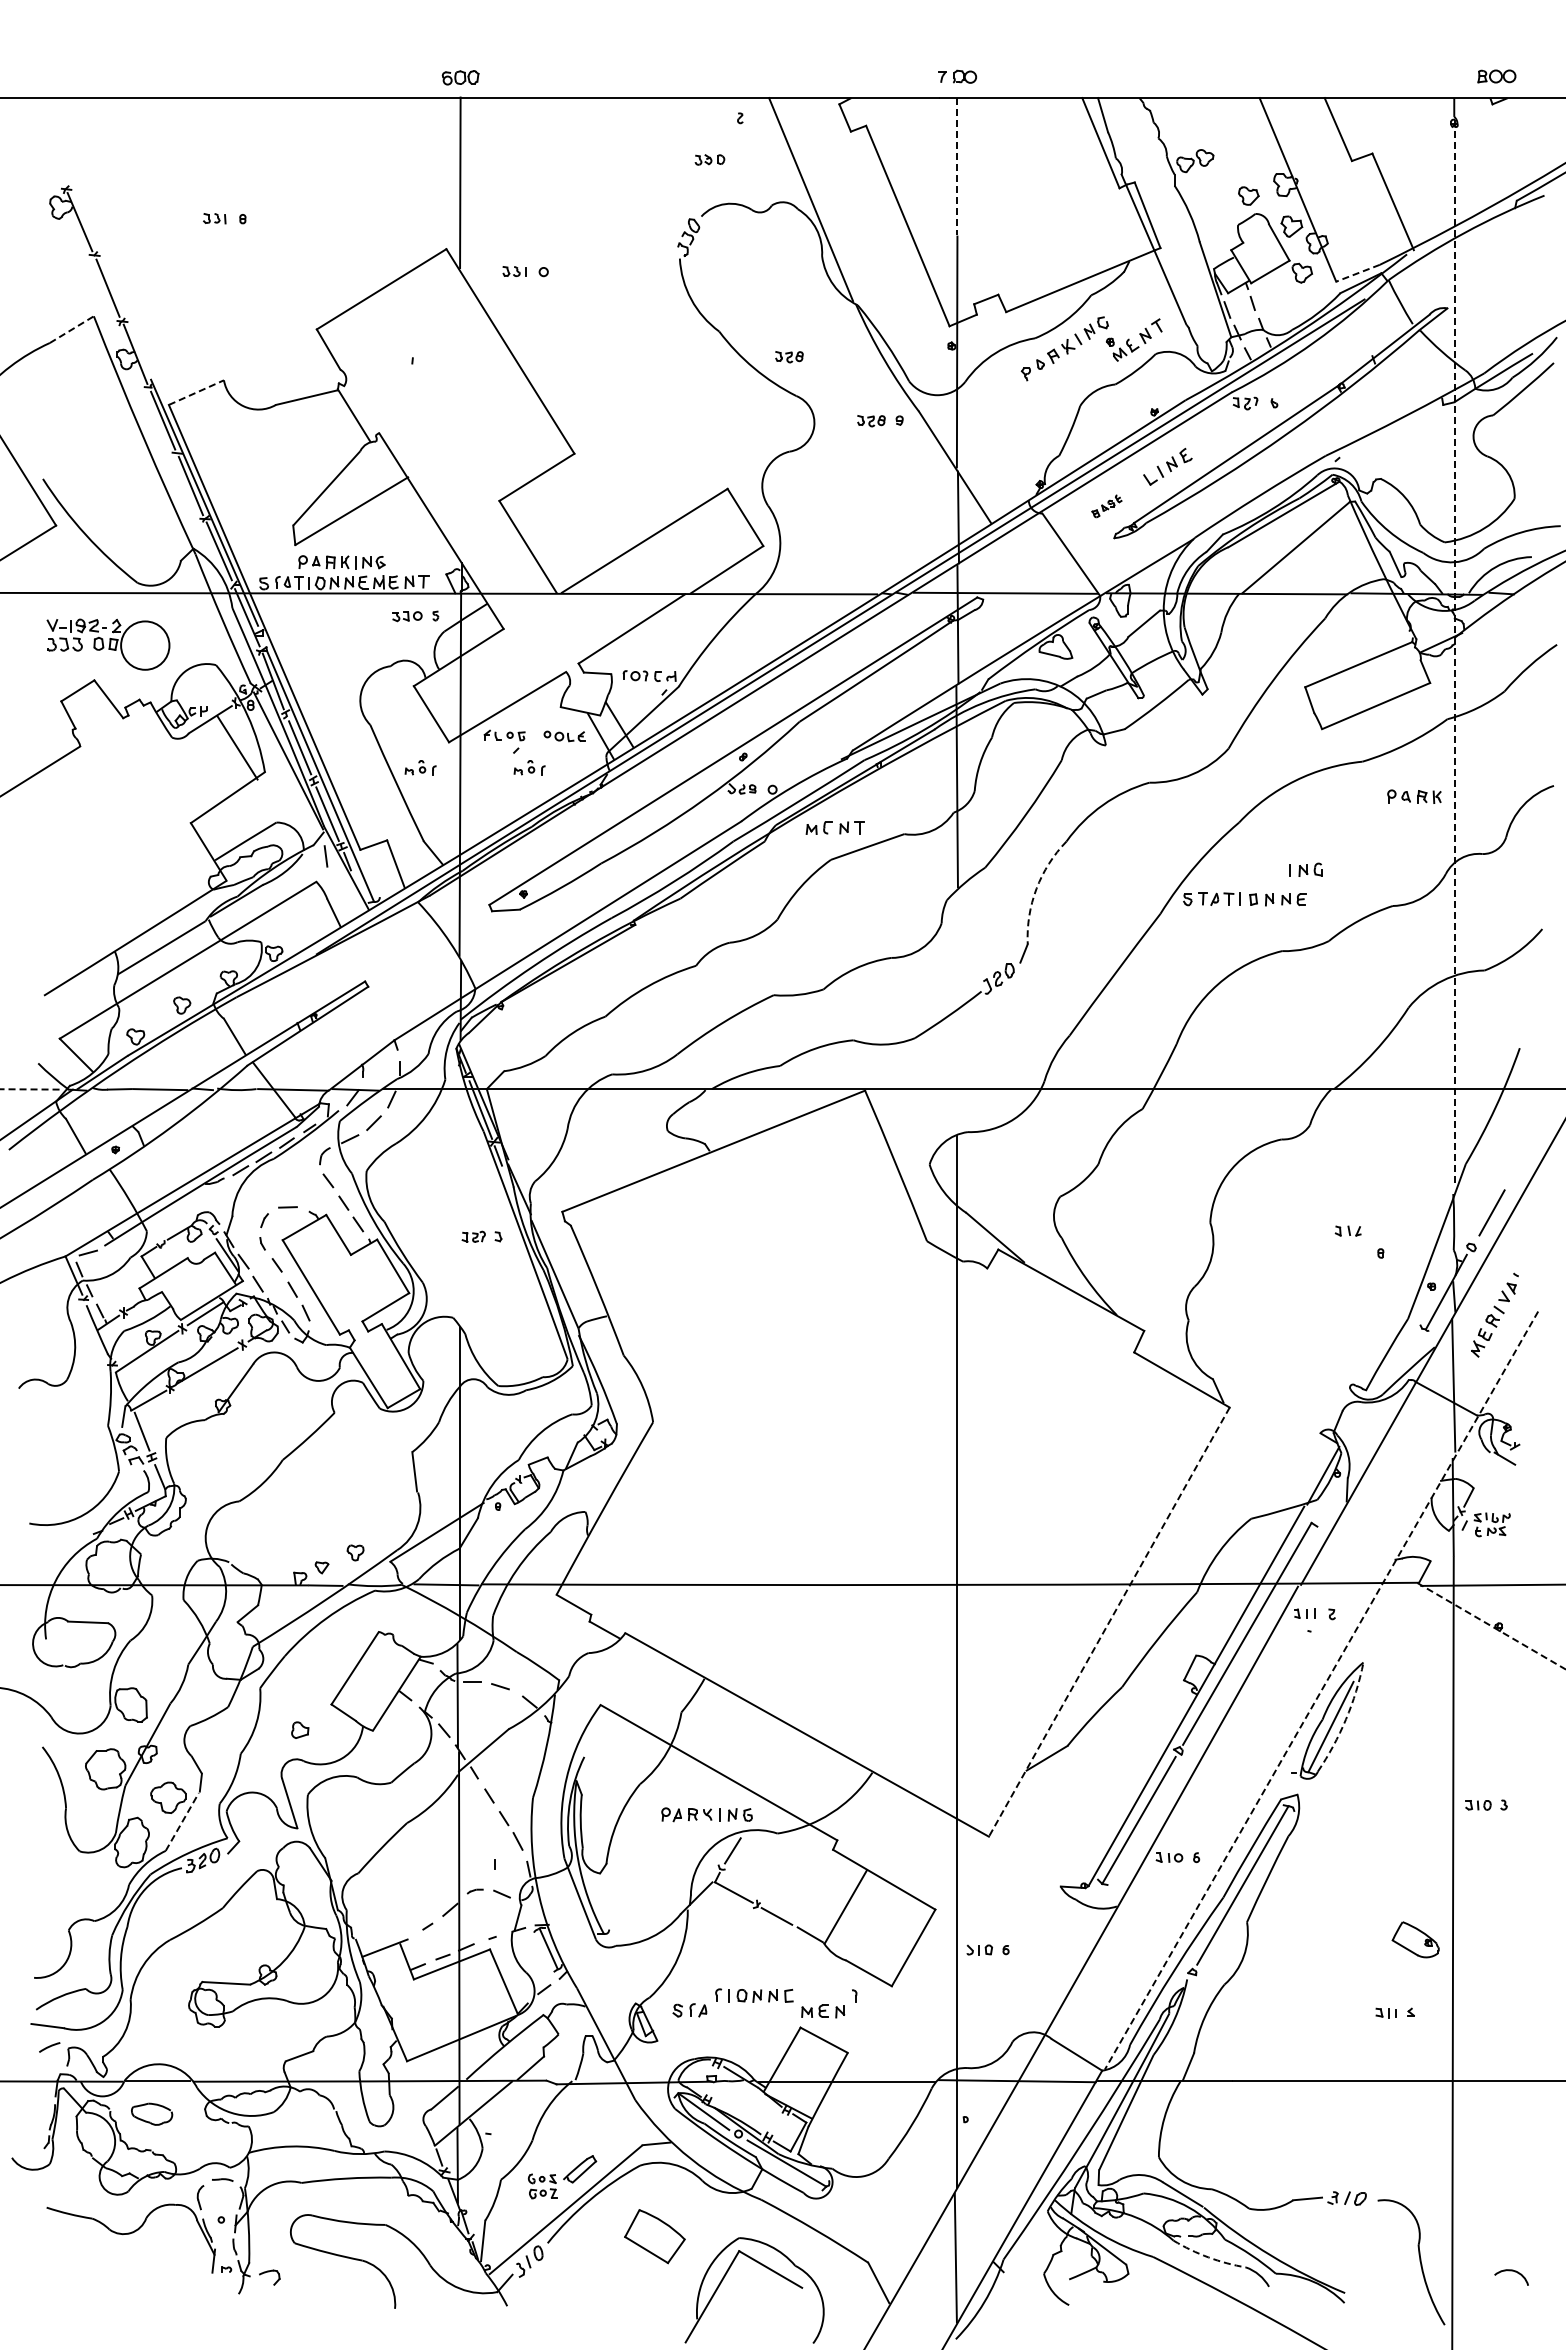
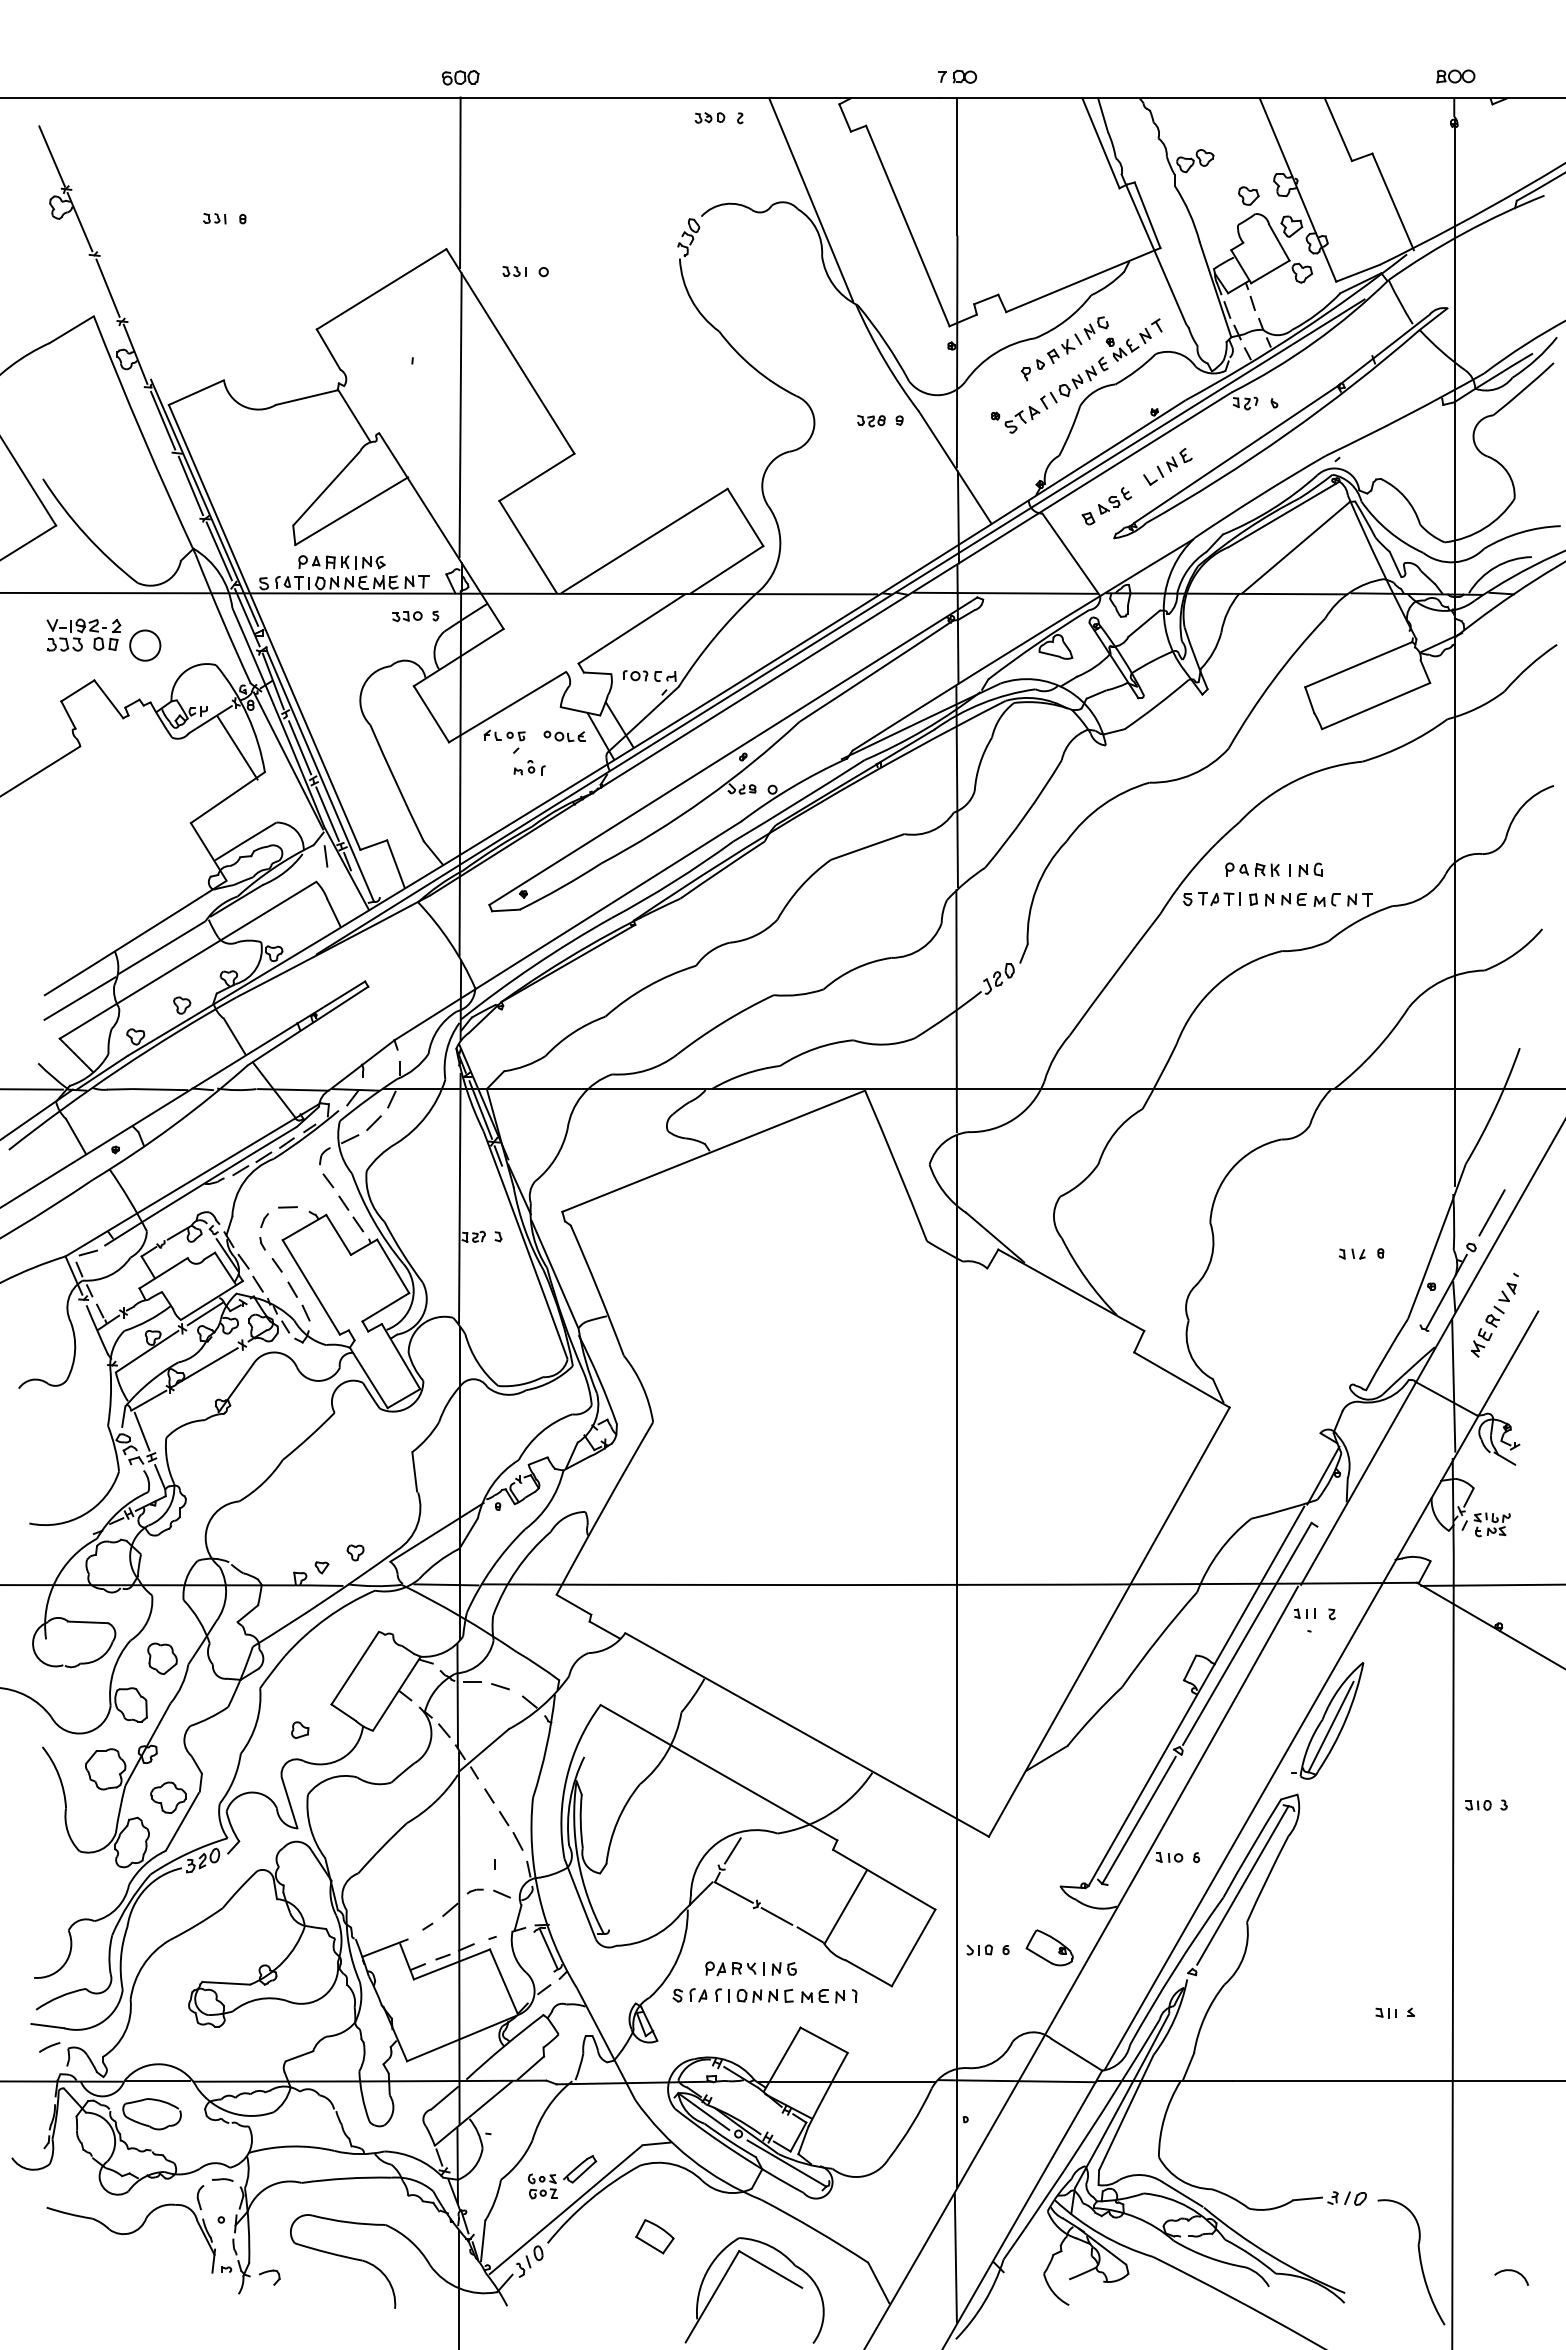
part at (1496, 76) position: (1496, 76) -> (1455, 76)
line at (52, 156): none -> present
part at (709, 159) position: (709, 159) -> (709, 117)
line at (957, 167): dashed -> solid
line at (1357, 273): dashed -> solid
line at (71, 329): dashed -> solid
part at (789, 357): present -> none
line at (196, 392): dashed -> solid
part at (1049, 394): none -> present
line at (460, 415): none -> present
part at (1106, 506) size: 32x25 px -> 52x39 px
circle at (145, 645) diameter: 48 px -> 30 px
line at (1454, 653): dashed -> solid
part at (420, 767): present -> none
part at (1414, 796) position: (1414, 796) -> (1252, 869)
part at (834, 827) position: (834, 827) -> (1342, 899)
arc at (1036, 888): dashed -> solid
line at (79, 998): none -> present
line at (956, 1011): none -> present
line at (32, 1089): dashed -> solid
line at (459, 1198): none -> present
part at (1347, 1230) position: (1347, 1230) -> (1351, 1253)
line at (1109, 1622): dashed -> solid
line at (1491, 1625): dashed -> solid
part at (162, 1658): none -> present
line at (1321, 1690): dashed -> solid
arc at (1346, 1719): dashed -> solid
part at (706, 1814) position: (706, 1814) -> (750, 1968)
line at (182, 1821): dashed -> solid
part at (1415, 1939) position: (1415, 1939) -> (1049, 1947)
part at (689, 2010) position: (689, 2010) -> (689, 1995)
part at (823, 2011) position: (823, 2011) -> (823, 1996)
part at (152, 2113) size: 43x24 px -> 60x33 px
part at (654, 2236) size: 62x56 px -> 40x36 px
arc at (1208, 2257): dashed -> solid
line at (459, 2288): none -> present
